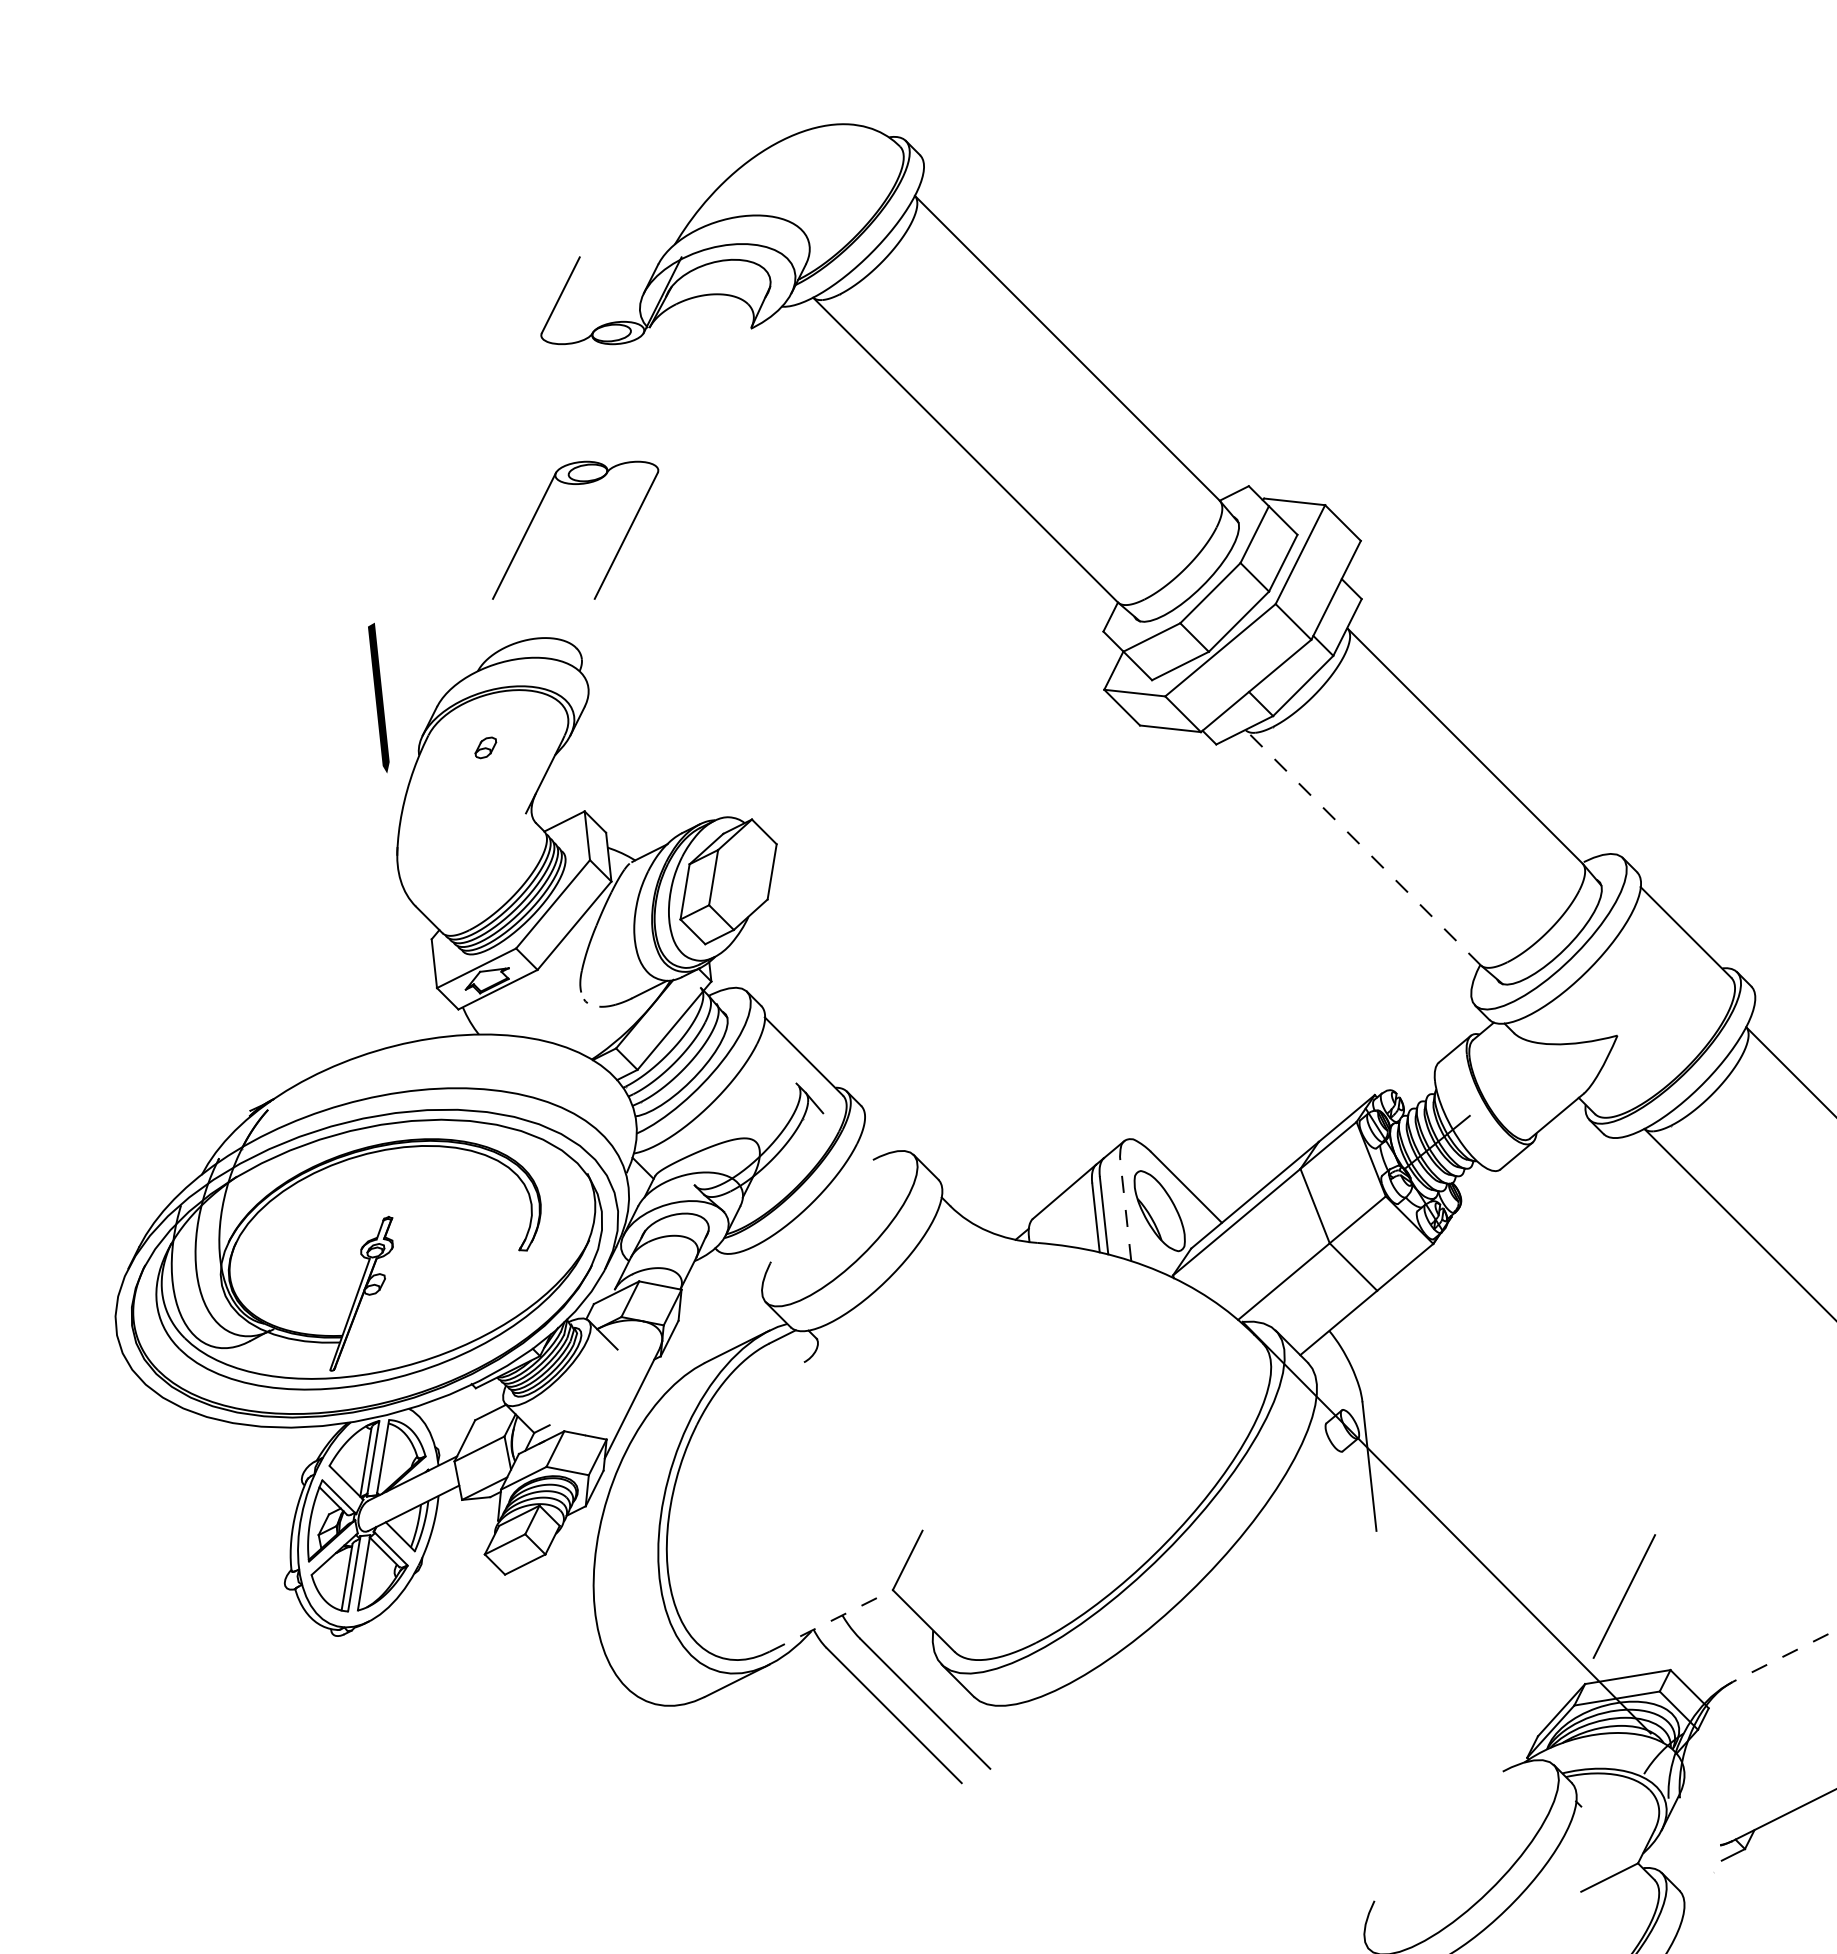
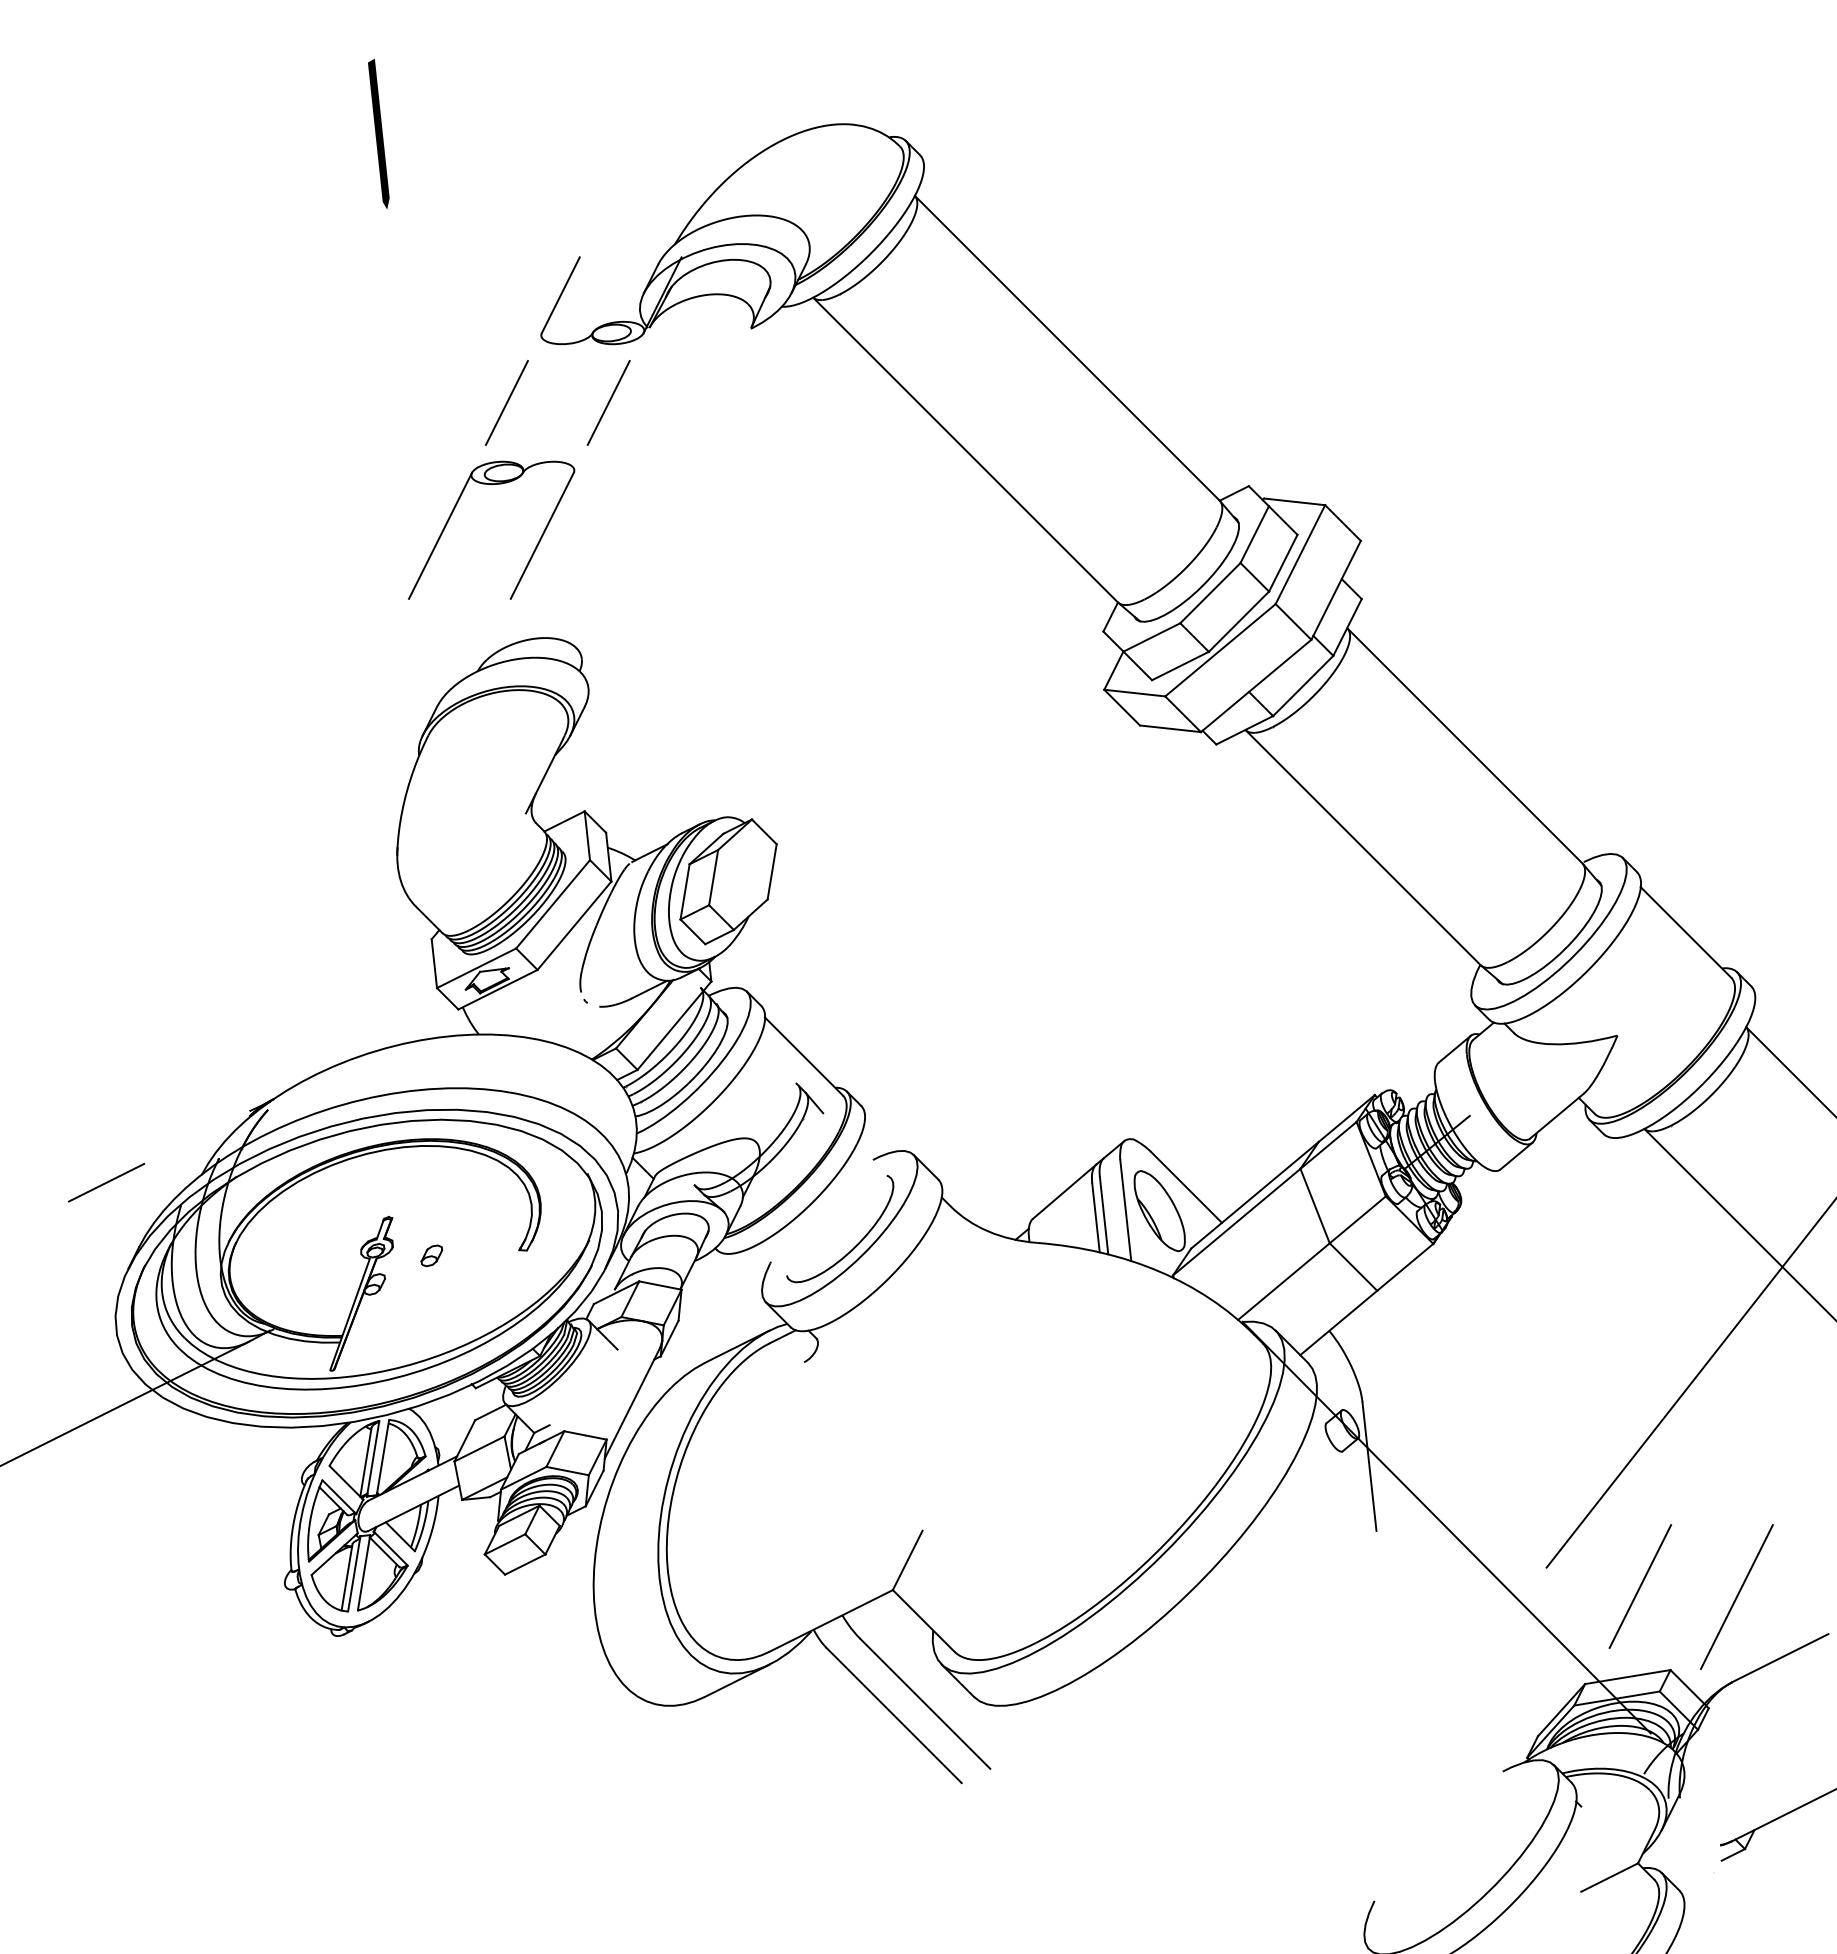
line at (506, 402): none -> present
line at (608, 402): none -> present
part at (538, 510) position: (538, 510) -> (454, 510)
line at (378, 697) position: (378, 697) -> (378, 133)
part at (485, 747) position: (485, 747) -> (431, 1255)
line at (1363, 847): dashed -> solid
line at (106, 1182): none -> present
line at (1125, 1210): dashed -> solid
curve at (856, 1244): none -> present
line at (1689, 1384): none -> present
line at (125, 1403): none -> present
line at (1624, 1596) position: (1624, 1596) -> (1640, 1586)
line at (1736, 1597): none -> present
line at (831, 1620): dashed -> solid
line at (1780, 1658): dashed -> solid
